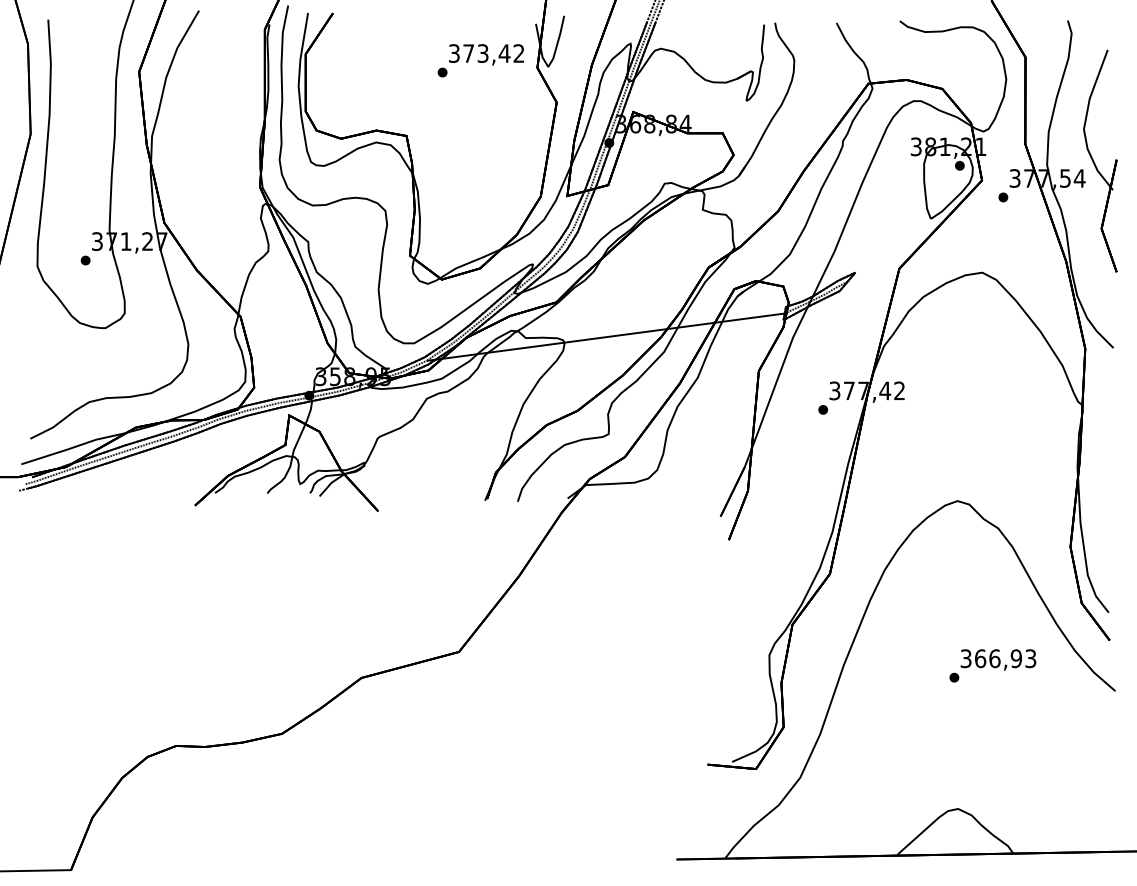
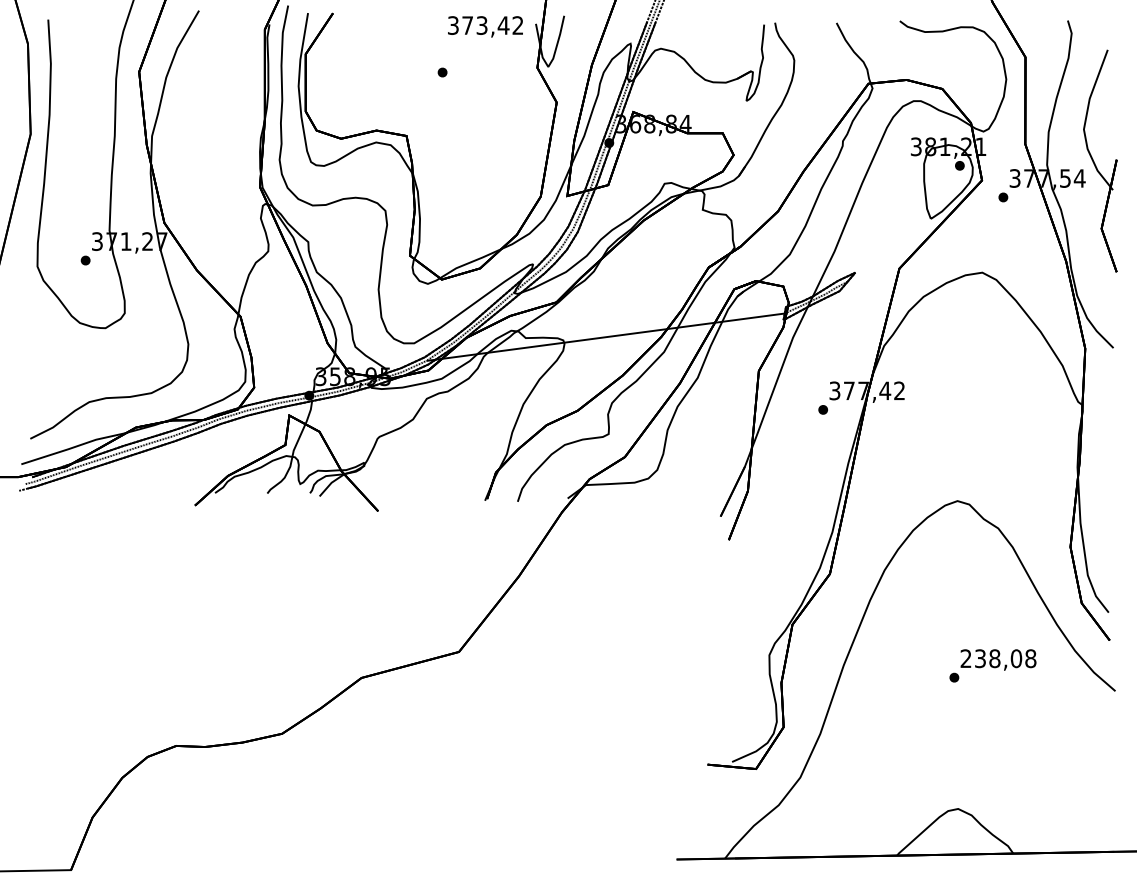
text at (486, 54) position: (486, 54) -> (485, 26)
text at (998, 658): 366,93 -> 238,08
